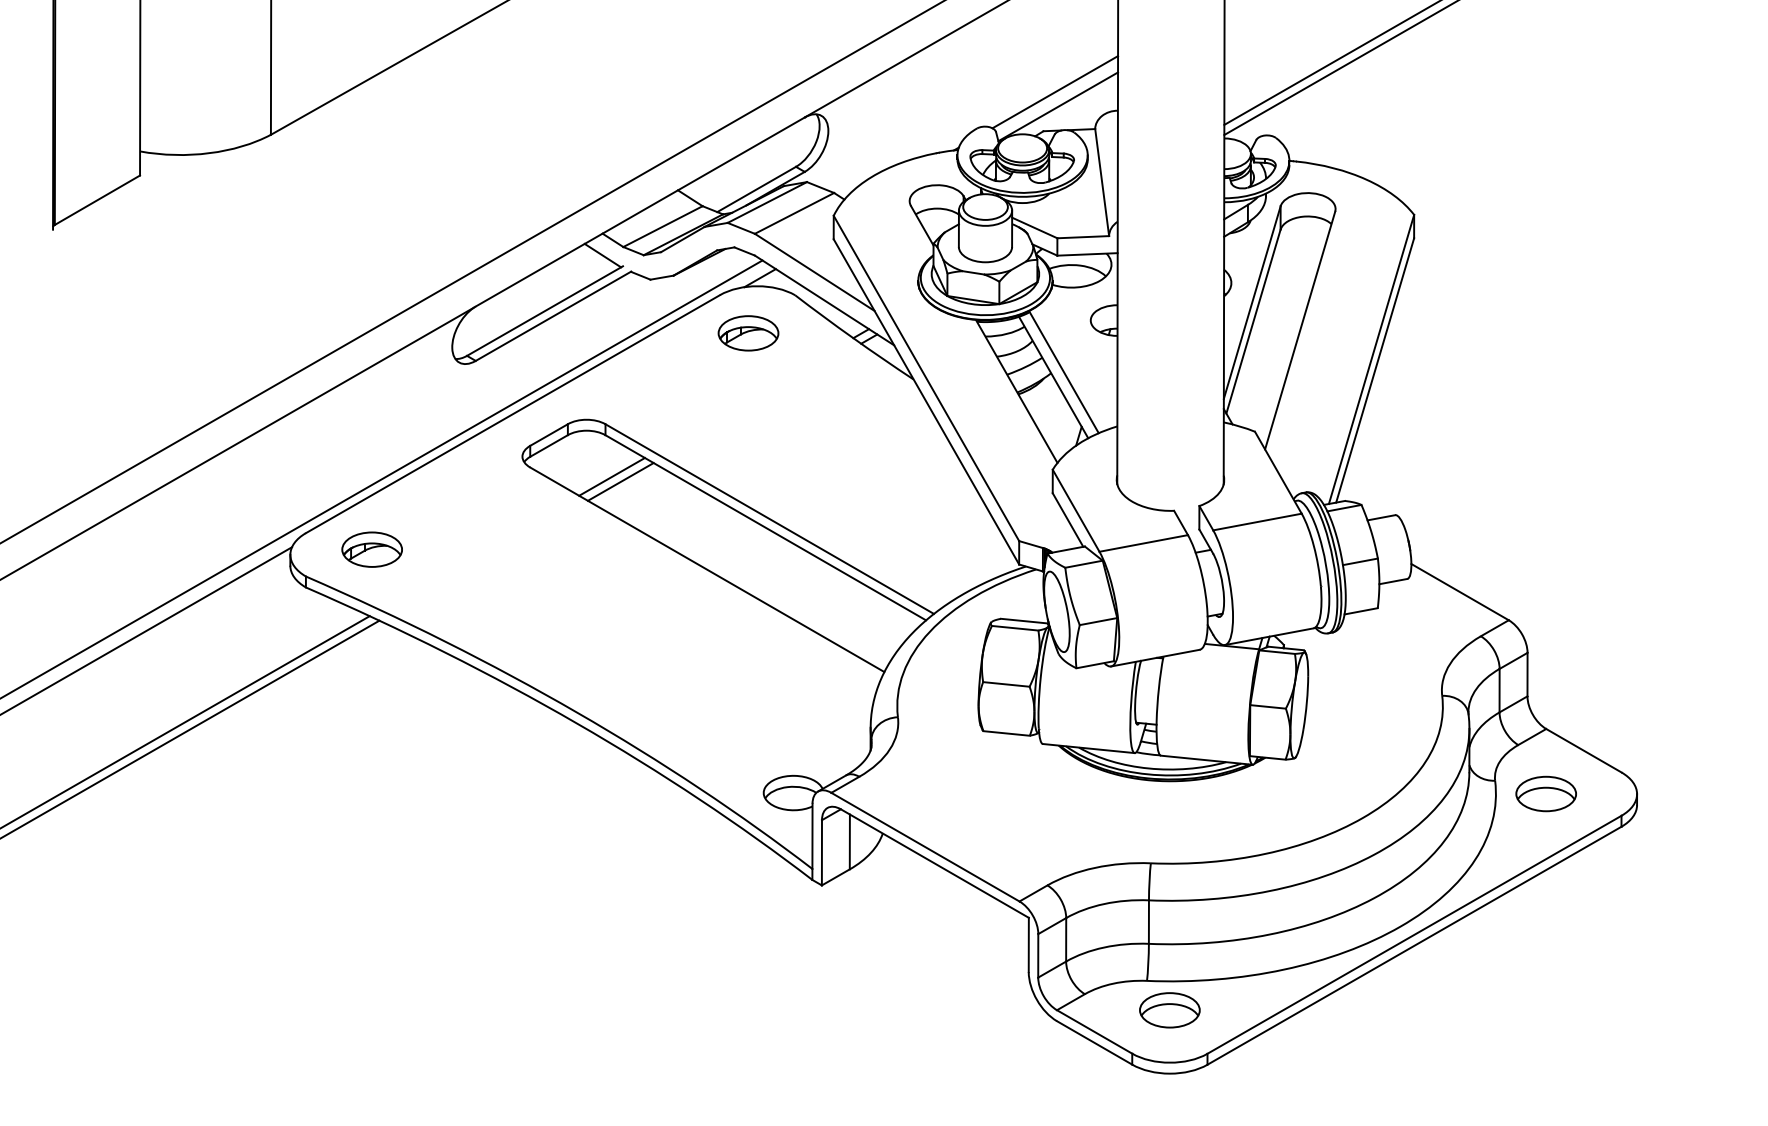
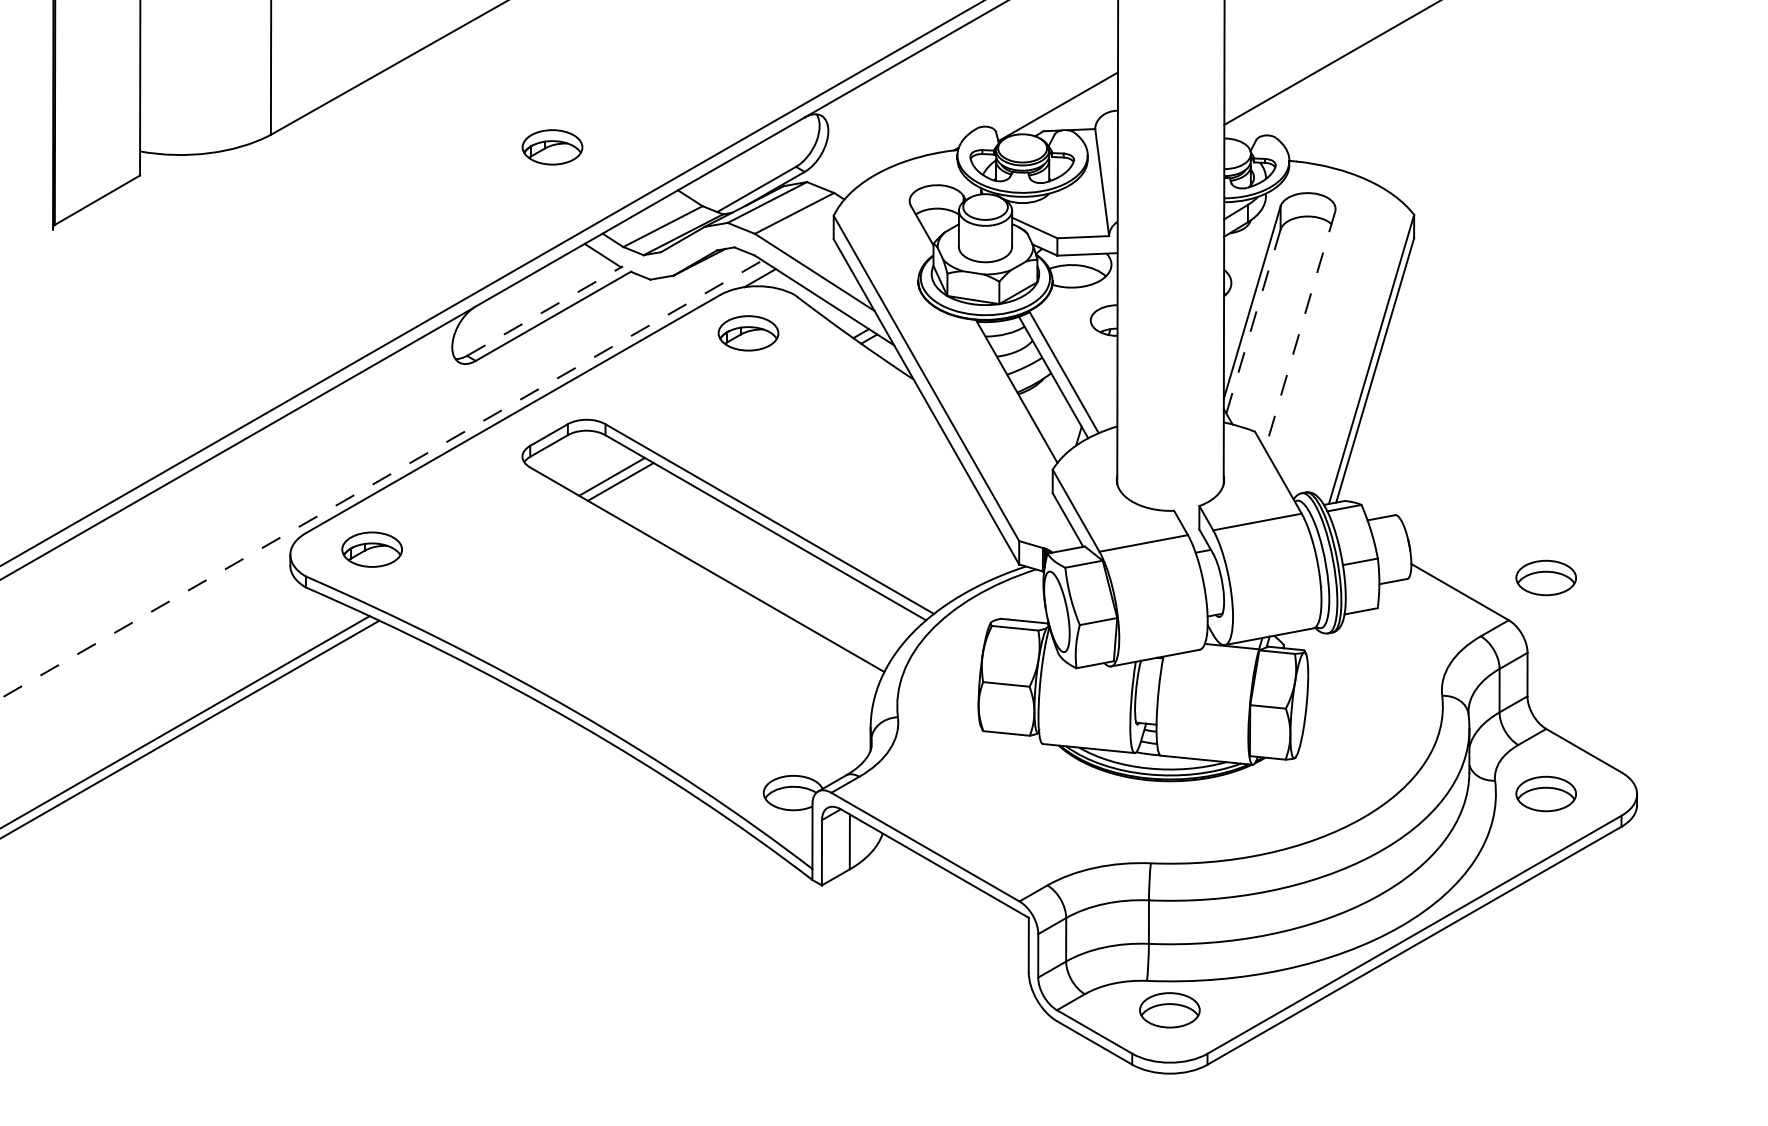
line at (1339, 68): present -> none
line at (1055, 92): present -> none
part at (552, 147): none -> present
line at (471, 272) position: (471, 272) -> (491, 283)
line at (545, 311): solid -> dashed
line at (1253, 321): solid -> dashed
line at (1300, 330): solid -> dashed
line at (382, 479): solid -> dashed
part at (1545, 577): none -> present
line at (147, 630): present -> none
